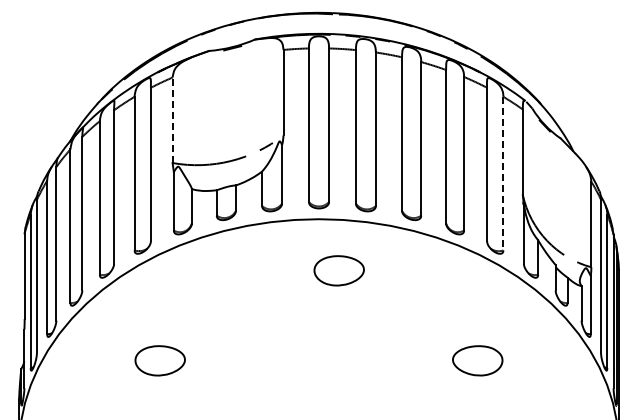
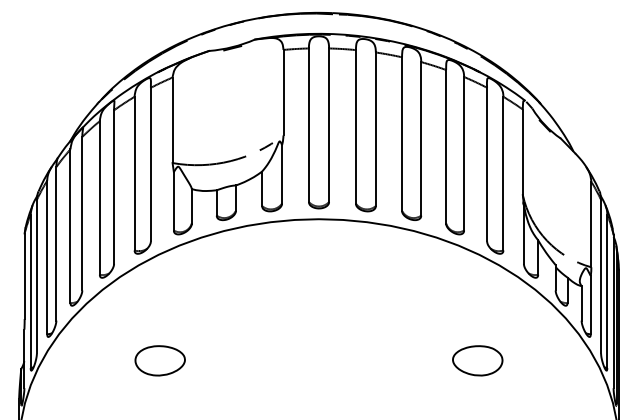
line at (172, 120): dashed -> solid
line at (503, 173): dashed -> solid
part at (338, 270): present -> none
